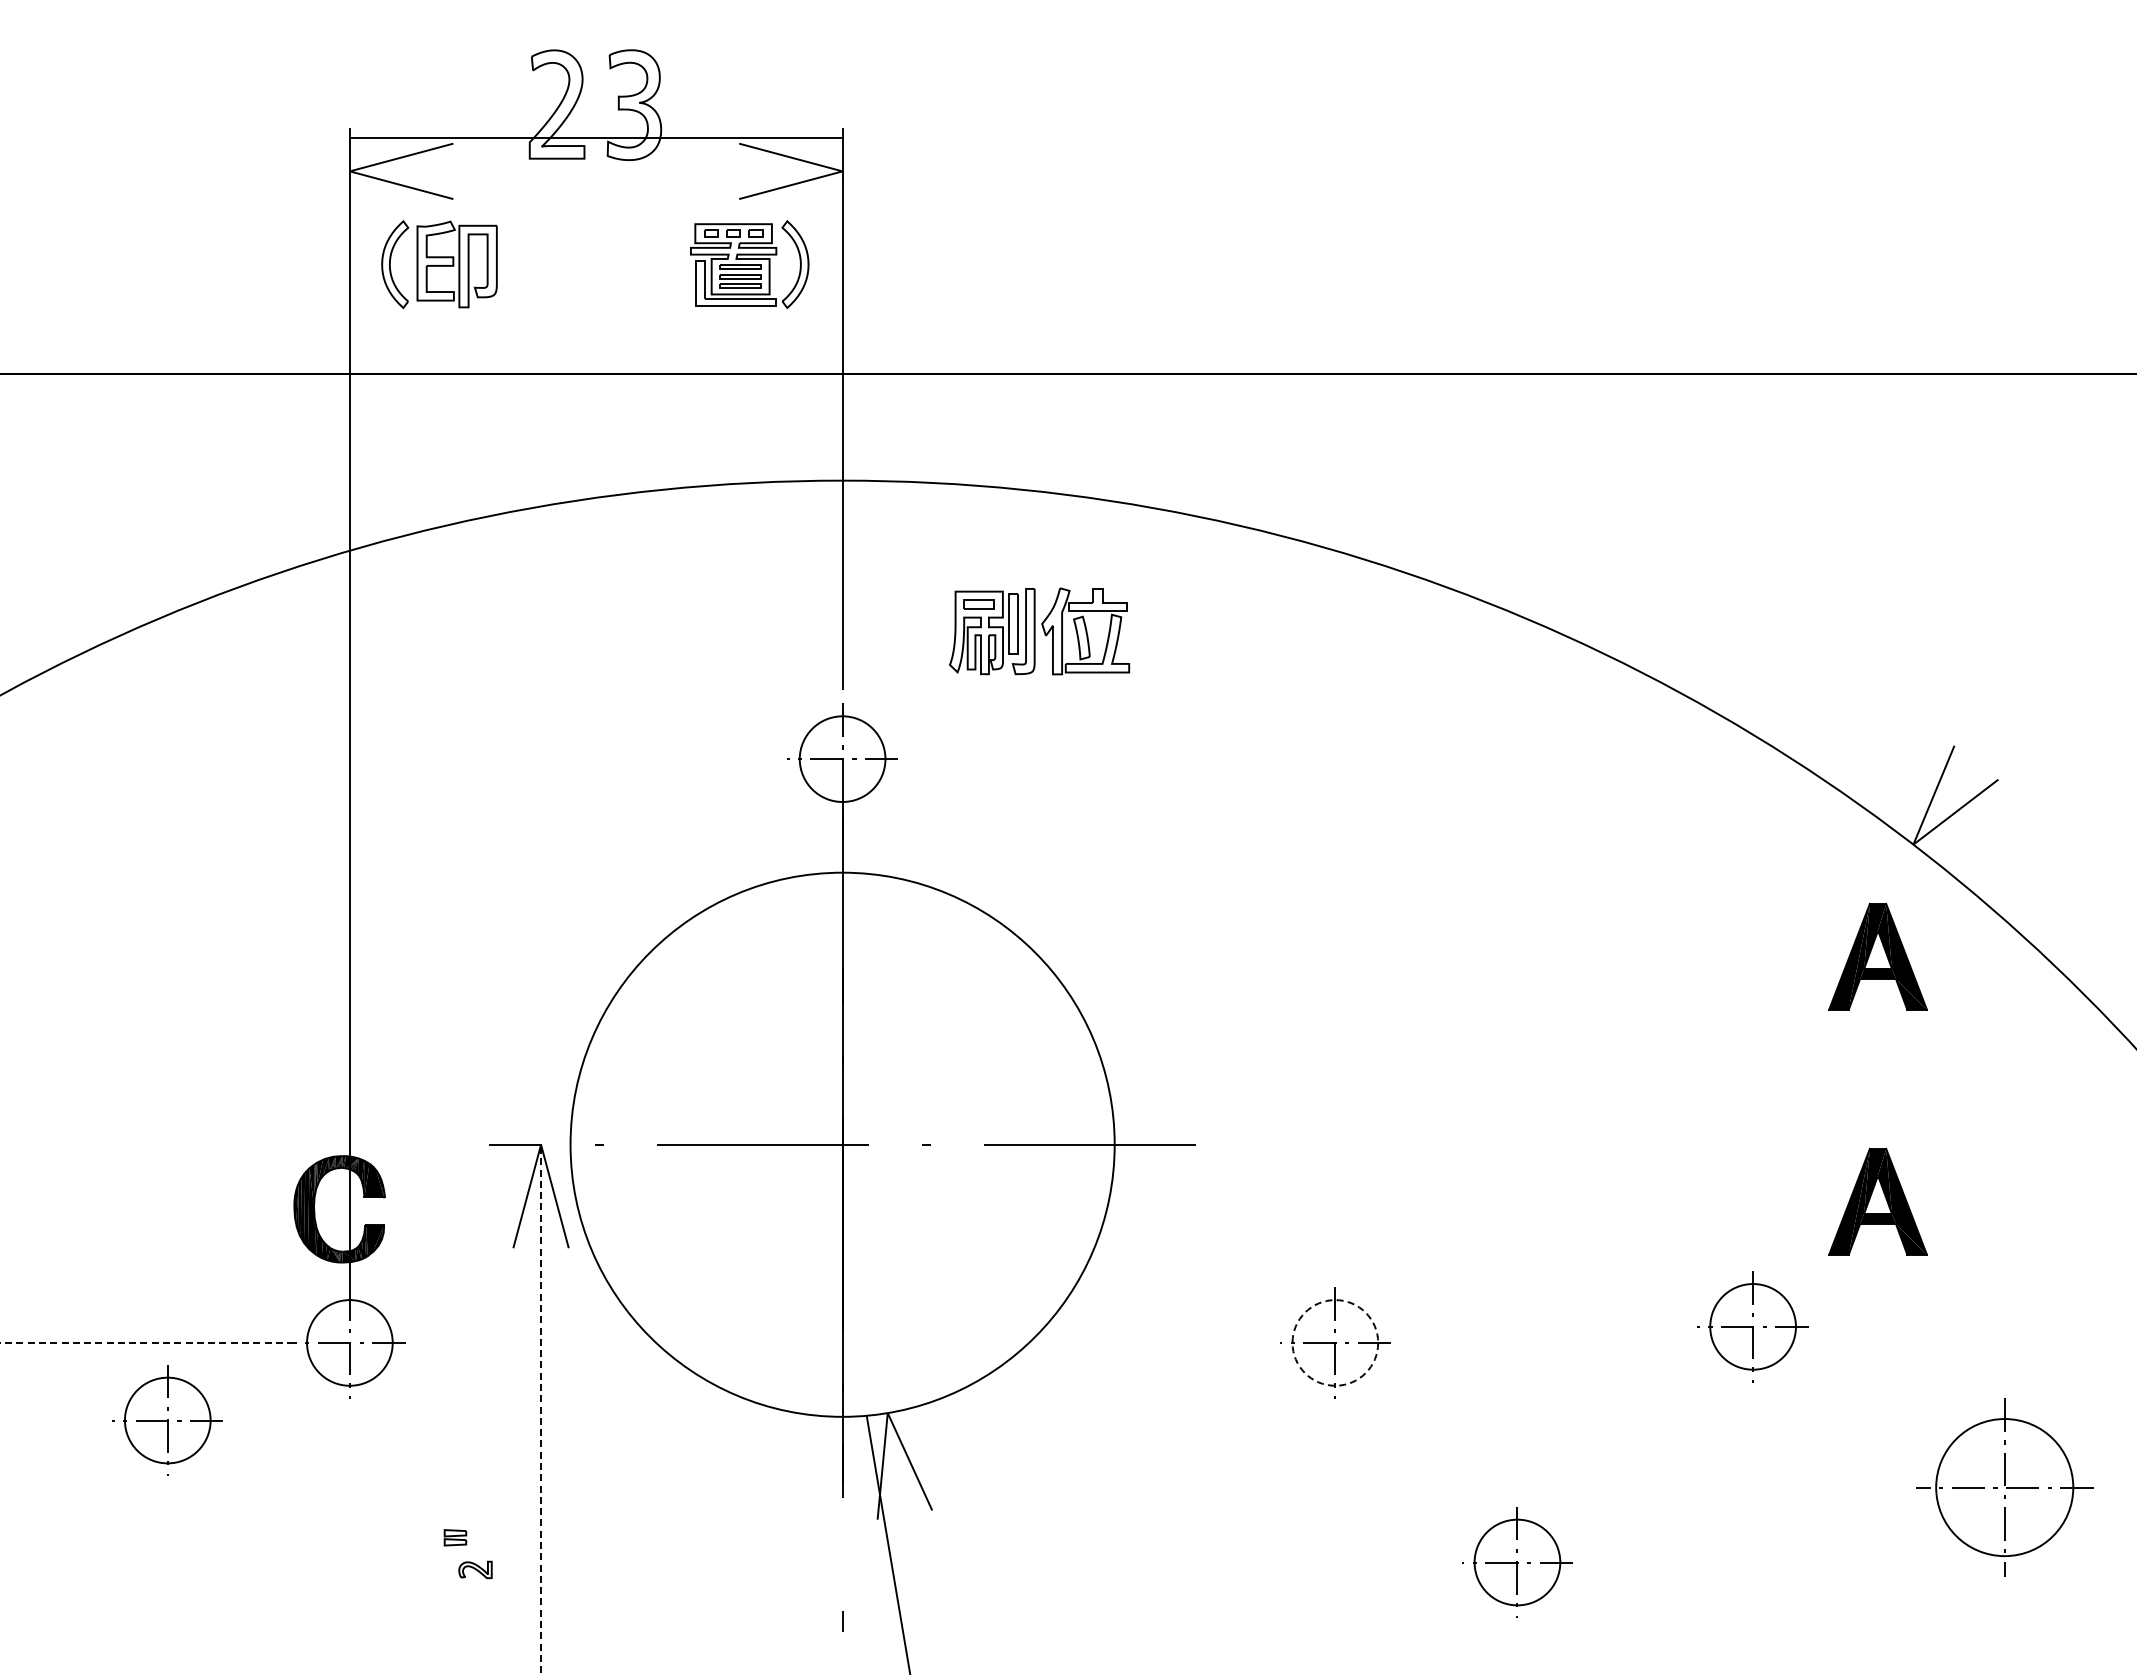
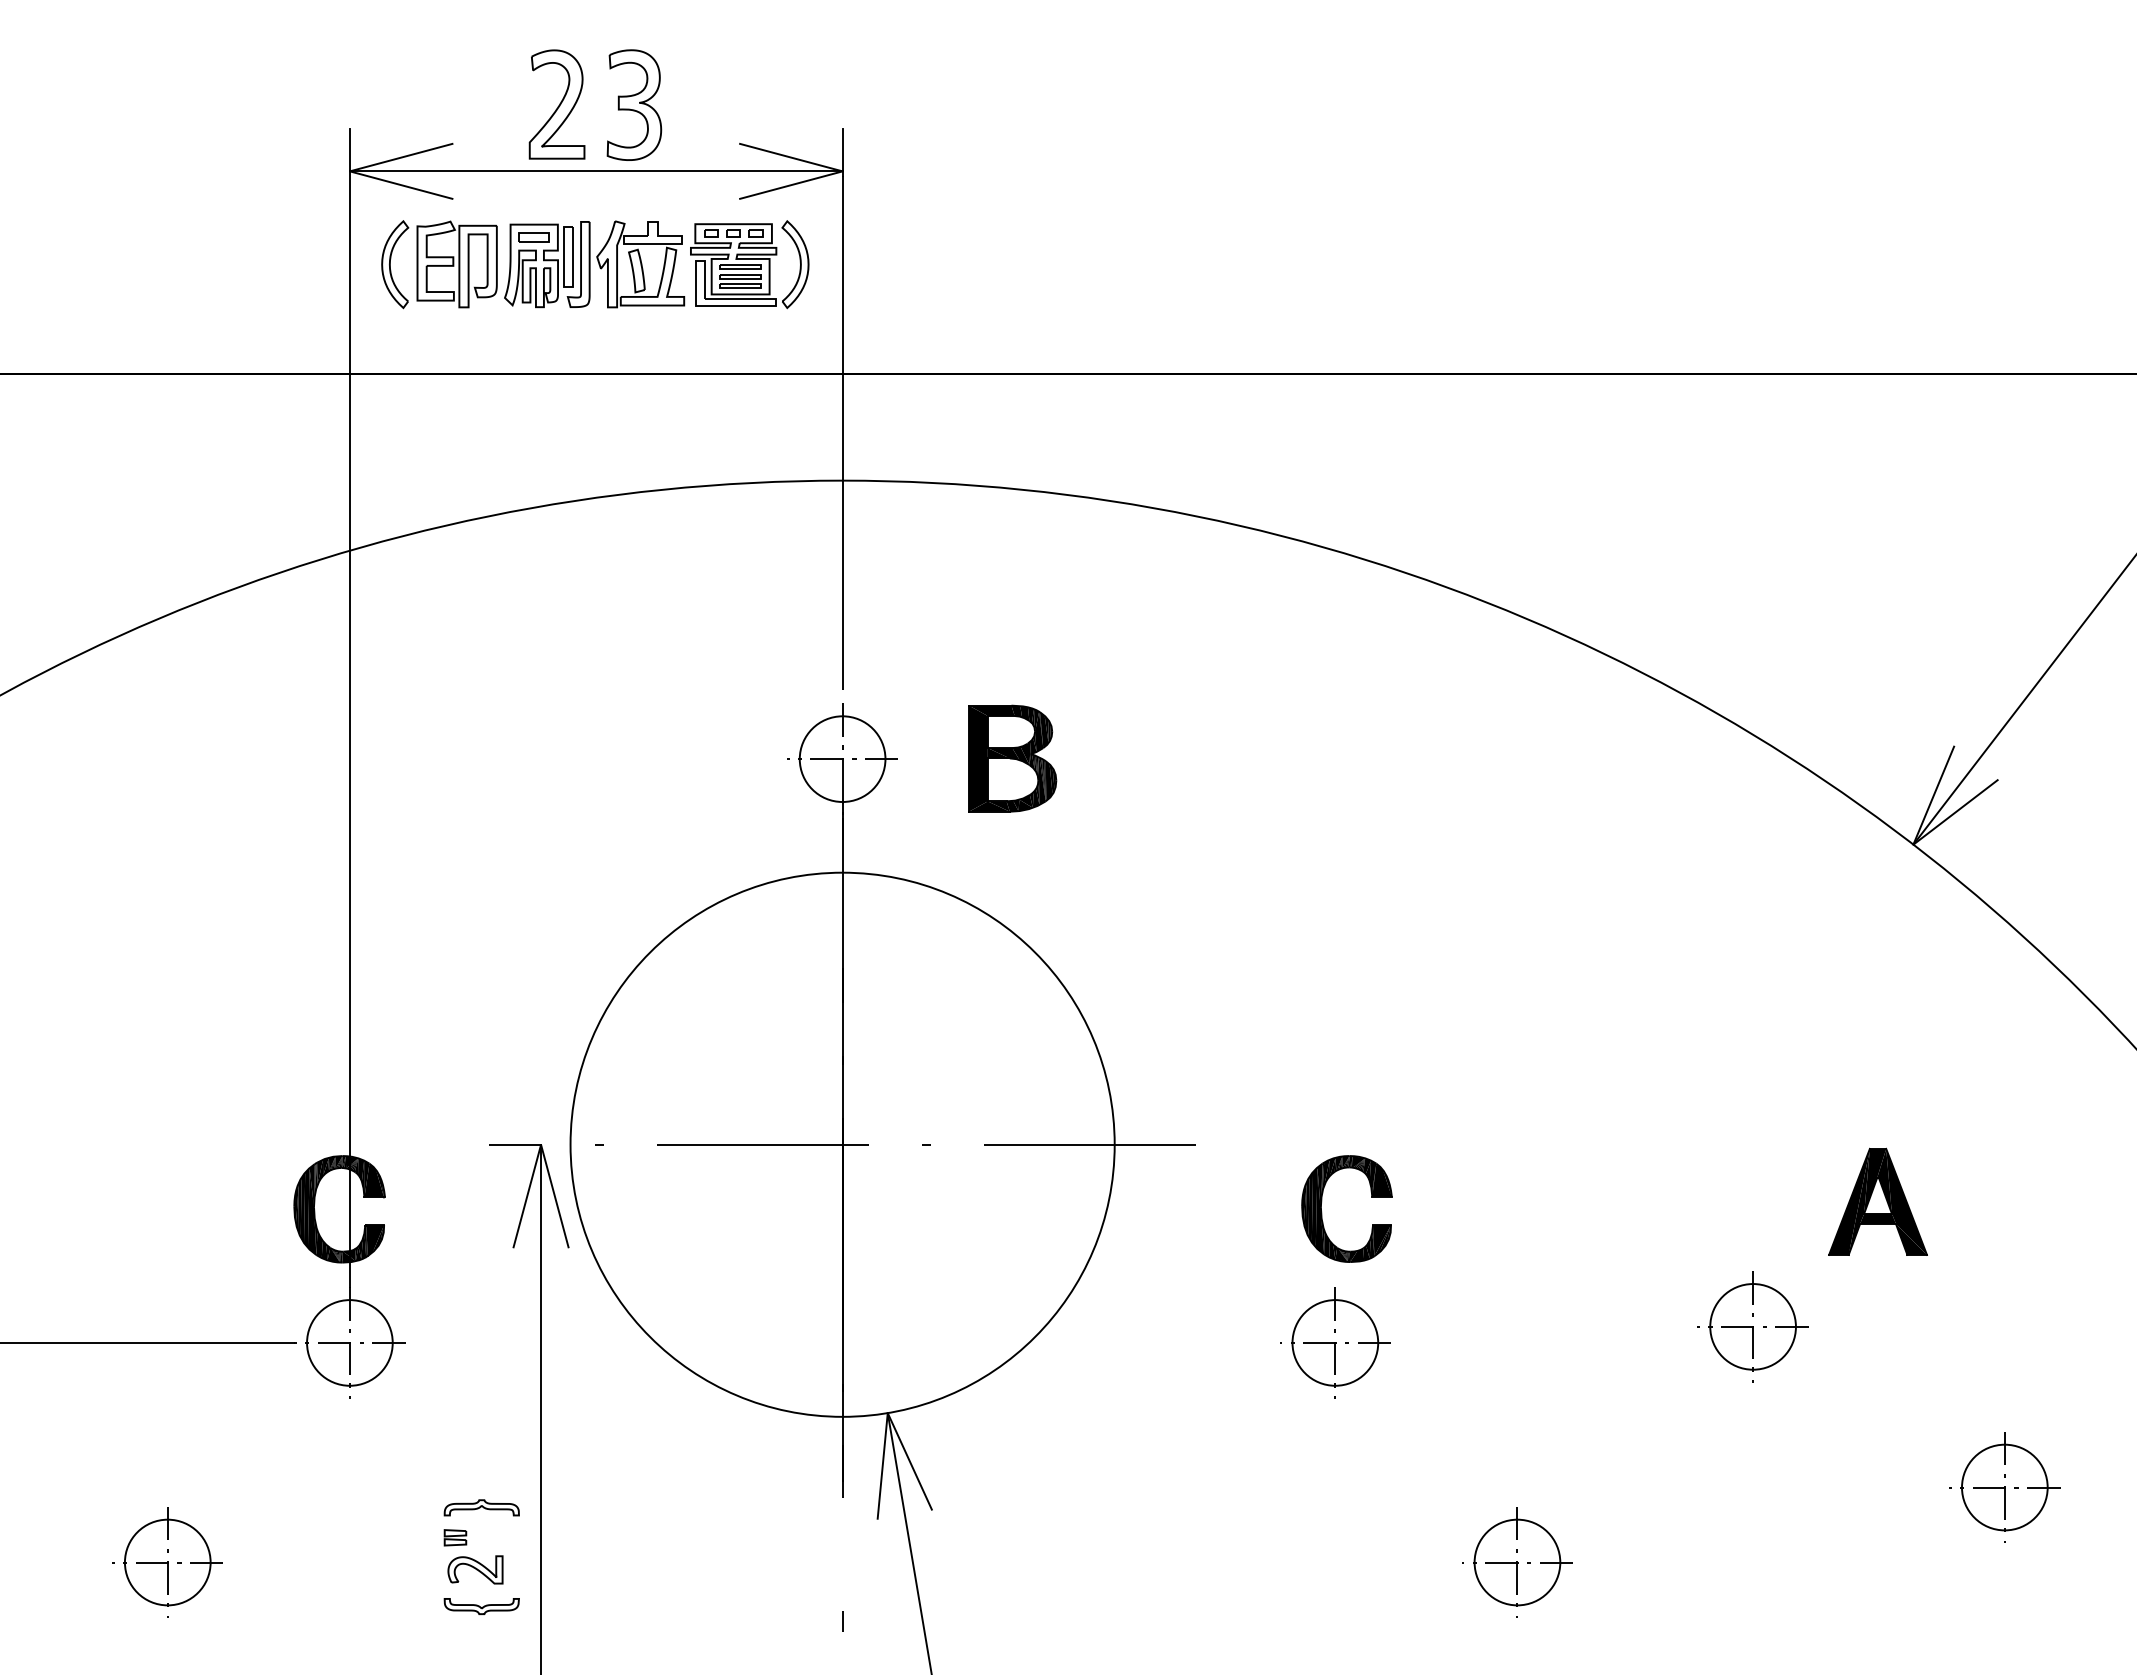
line at (595, 138) position: (595, 138) -> (595, 171)
part at (1039, 631) position: (1039, 631) -> (594, 264)
line at (2023, 701): none -> present
part at (1012, 758): none -> present
part at (1877, 956): present -> none
part at (1322, 1212): none -> present
line at (147, 1342): dashed -> solid
circle at (1335, 1342): dashed -> solid
line at (541, 1409): dashed -> solid
part at (167, 1420) position: (167, 1420) -> (167, 1562)
part at (2004, 1487) size: 178x179 px -> 112x111 px
part at (481, 1507): none -> present
line at (887, 1543) position: (887, 1543) -> (909, 1542)
part at (475, 1569) size: 35x20 px -> 57x30 px
part at (481, 1606): none -> present
